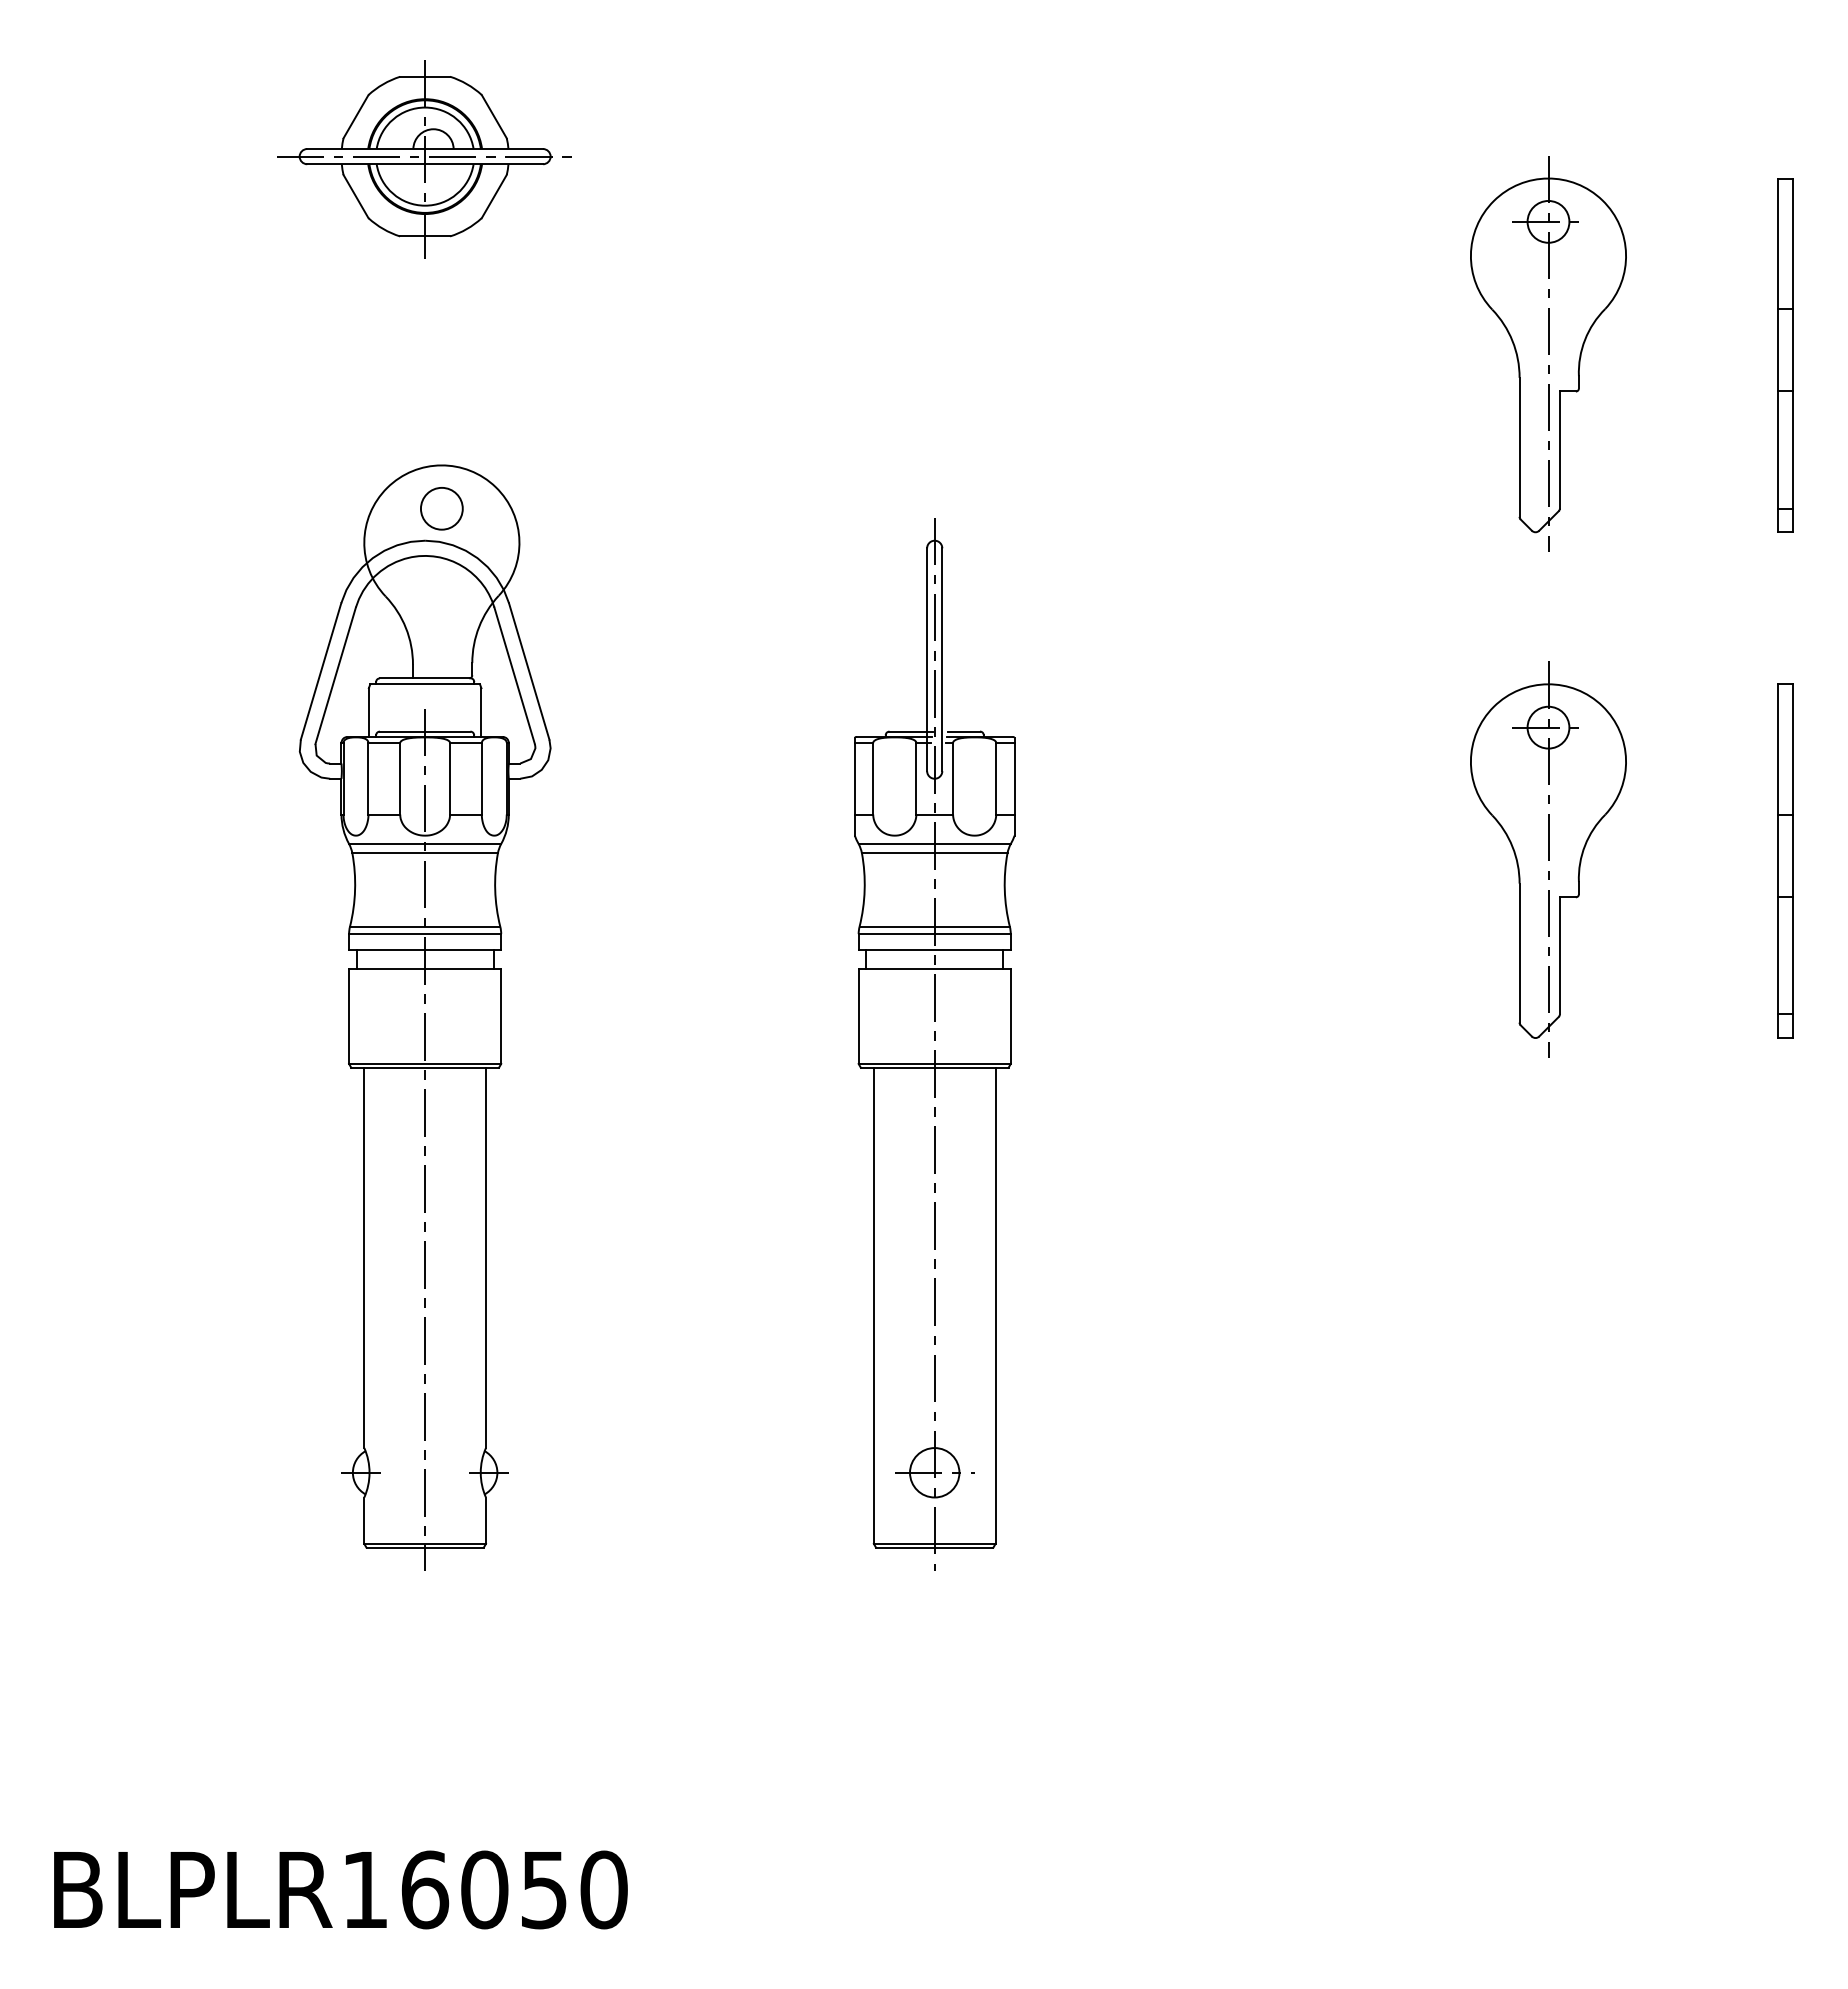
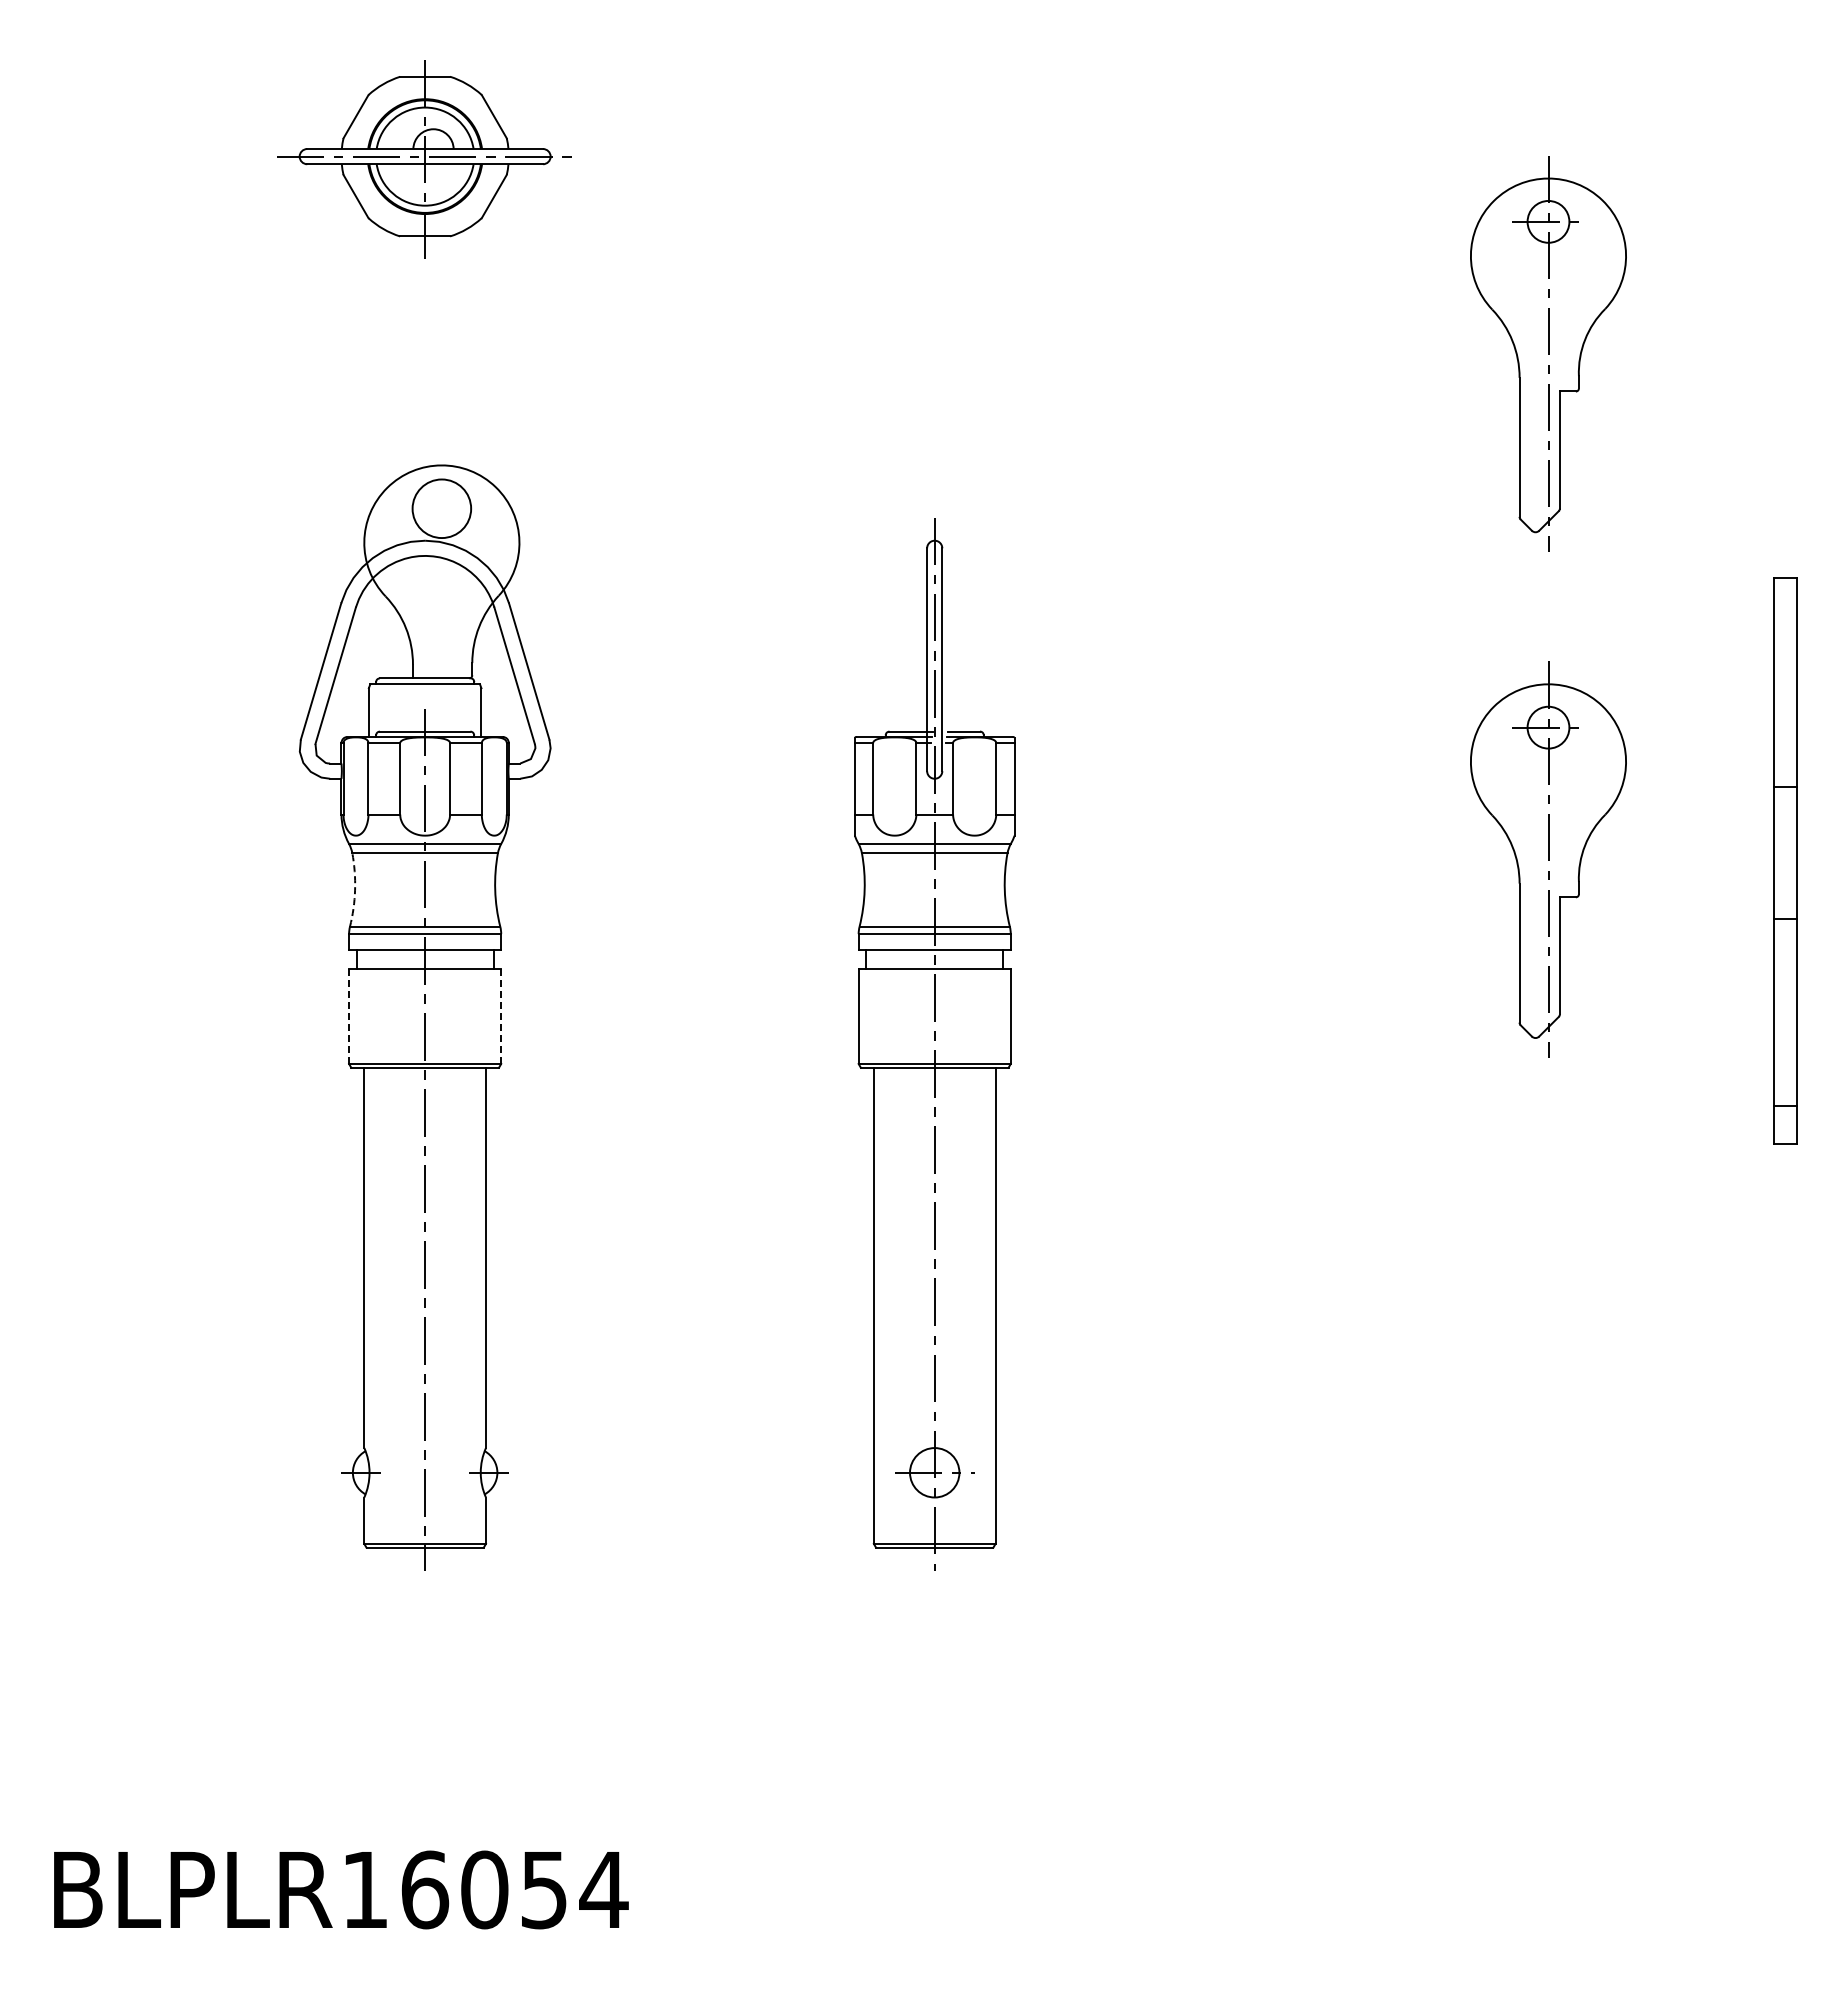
part at (1785, 355): present -> none
circle at (441, 508) diameter: 42 px -> 59 px
part at (1785, 860) size: 17x356 px -> 25x568 px
arc at (355, 890): solid -> dashed
line at (349, 1016): solid -> dashed
line at (501, 1016): solid -> dashed
text at (603, 1889): BLPLR16050 -> BLPLR16054
